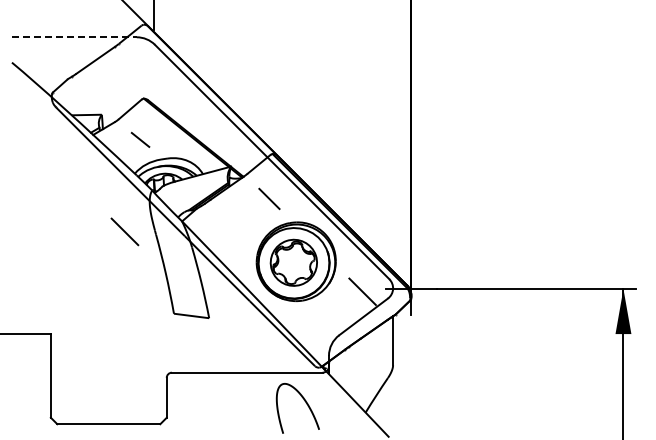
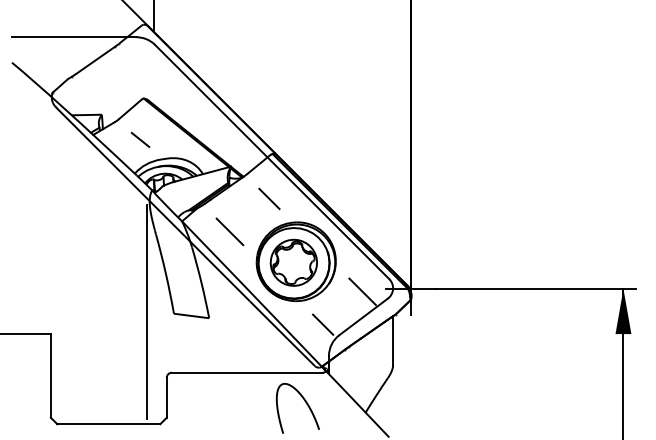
line at (74, 37): dashed -> solid
line at (124, 231) position: (124, 231) -> (229, 231)
line at (147, 311): none -> present
line at (323, 324): none -> present
